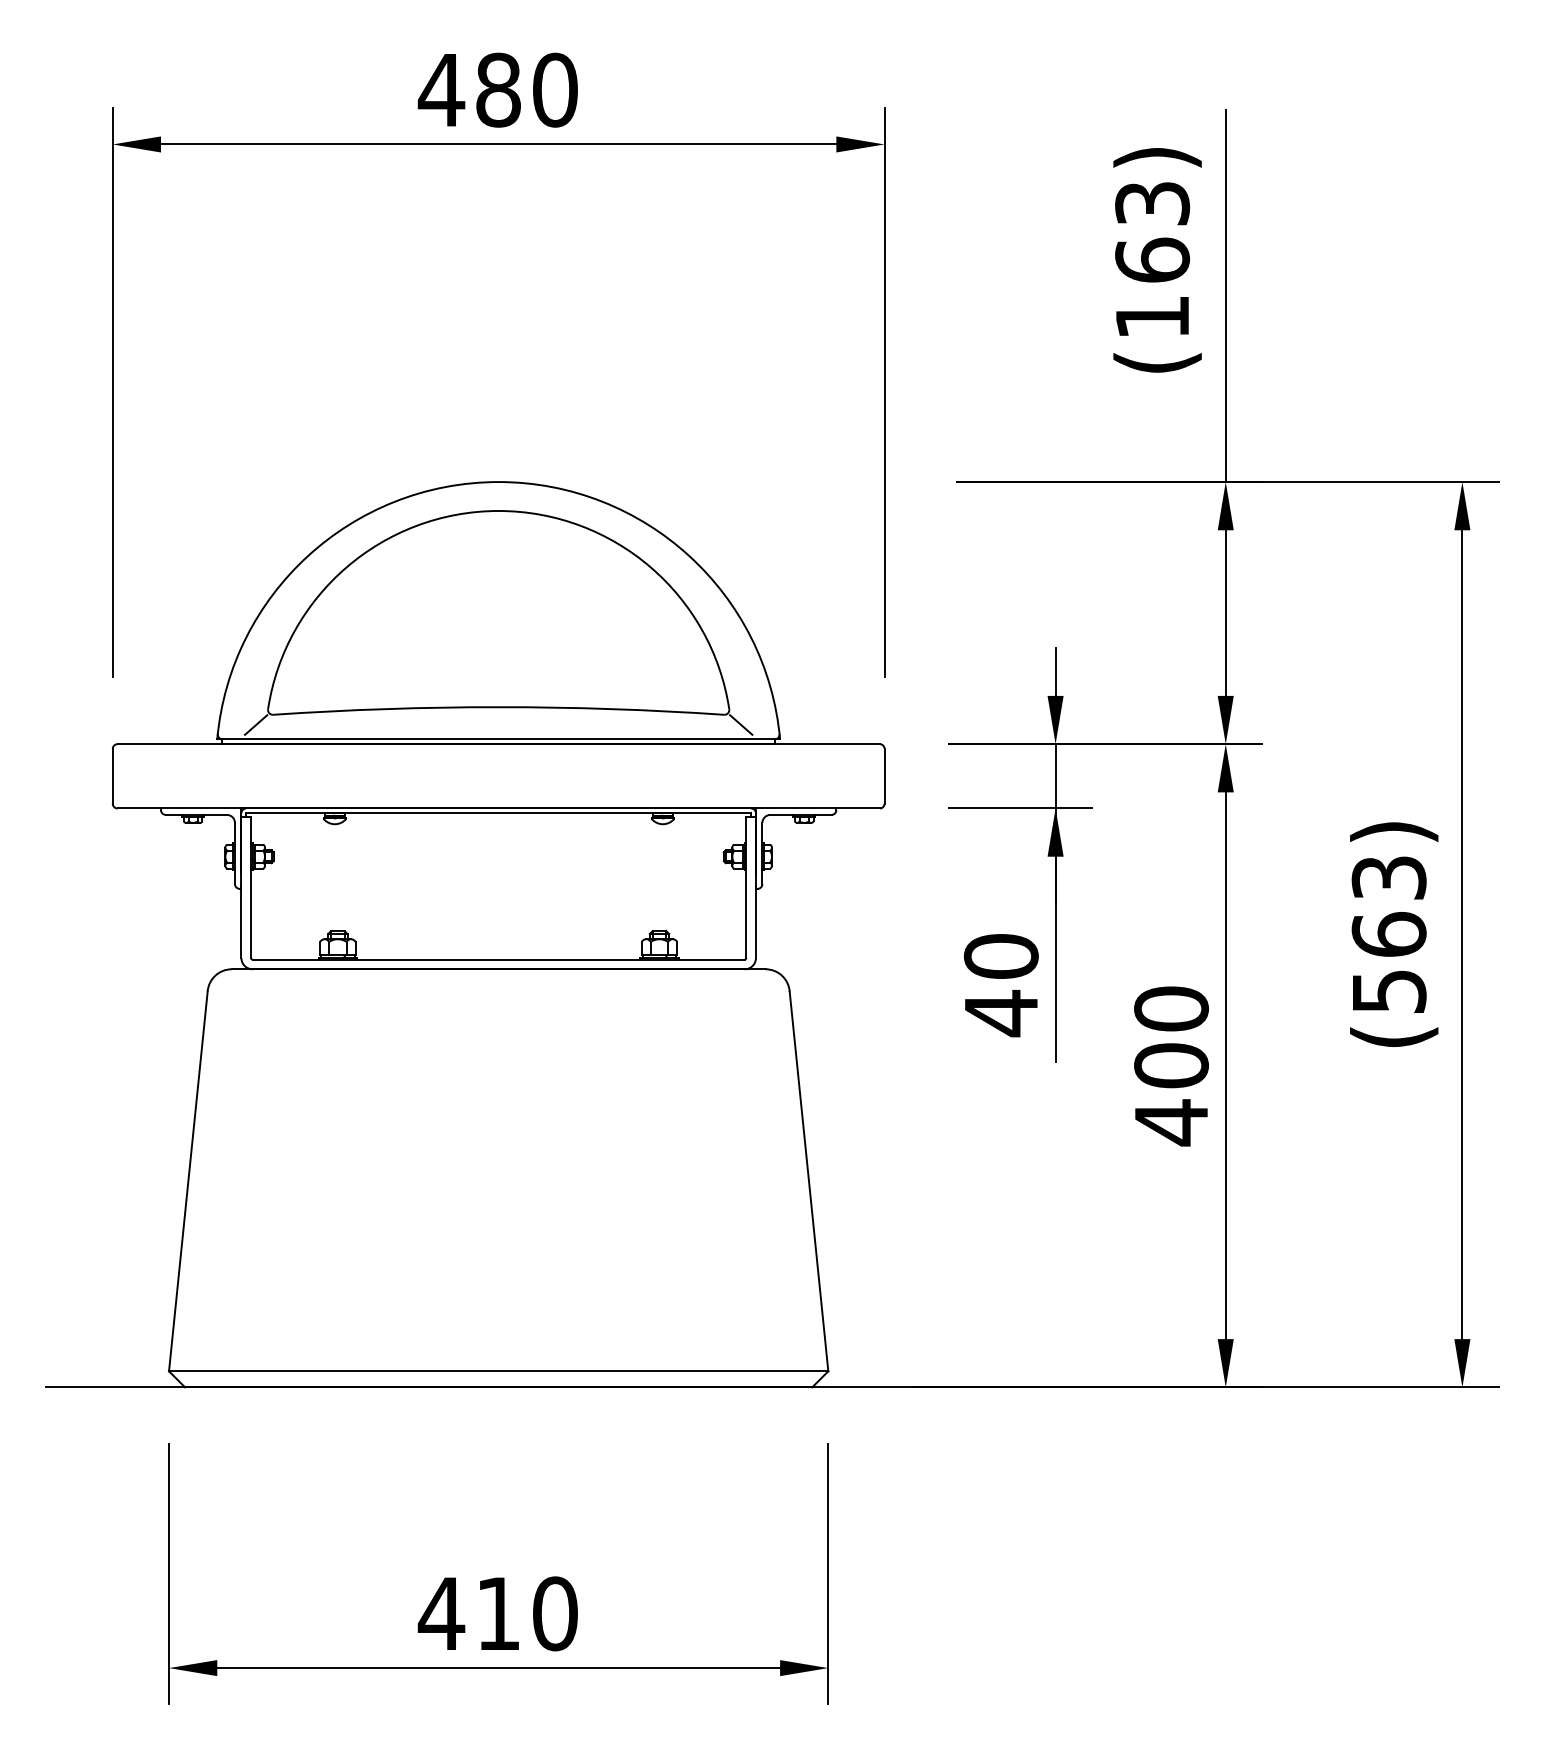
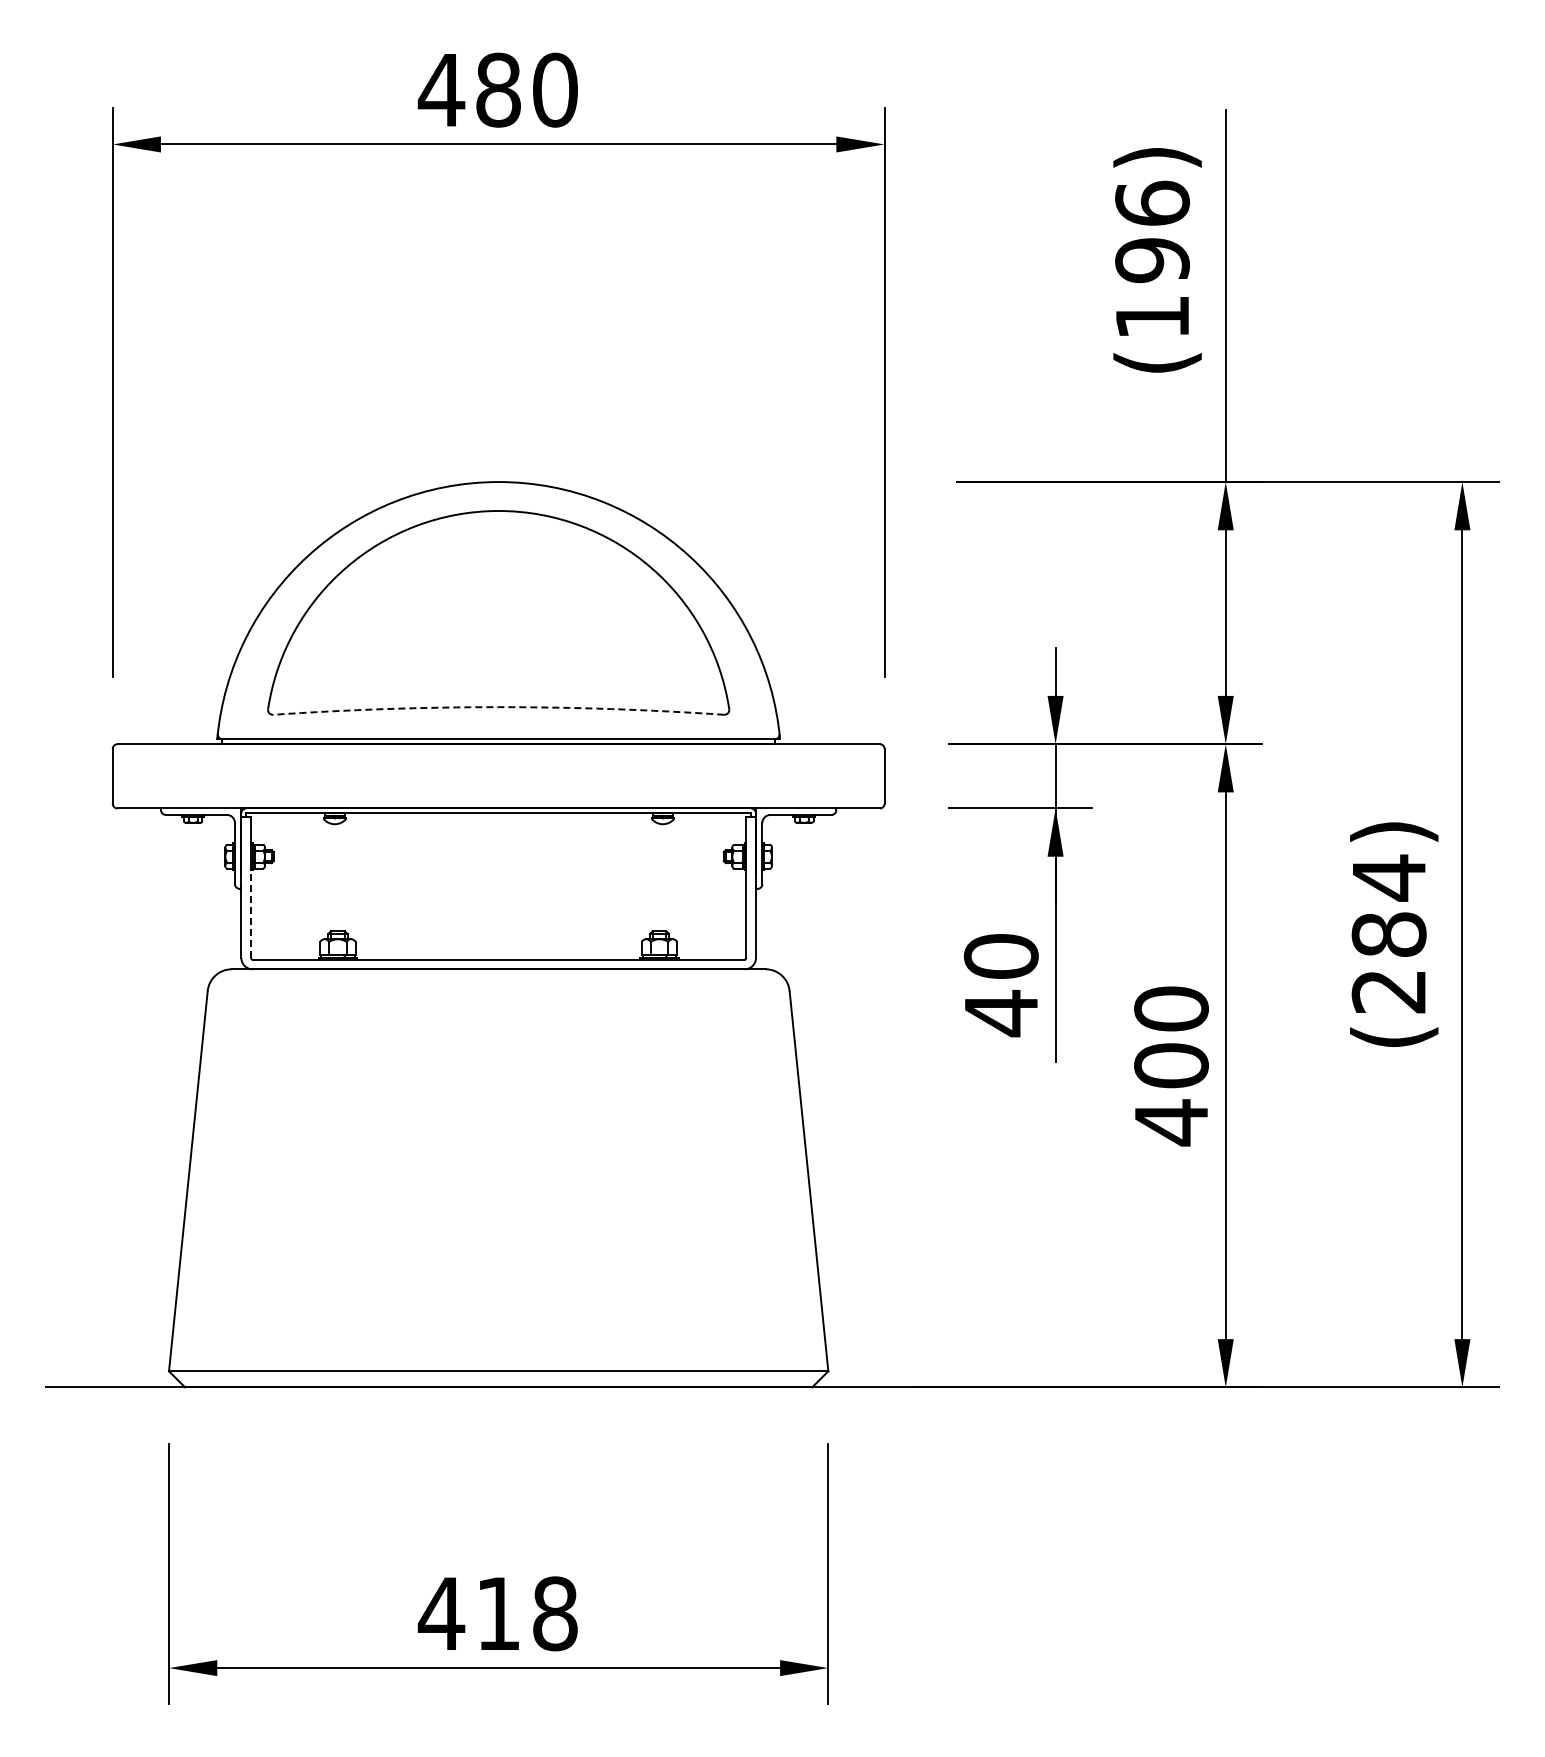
text at (1152, 231): (163) -> (196)
arc at (498, 707): solid -> dashed
line at (256, 724): present -> none
line at (741, 724): present -> none
line at (251, 913): solid -> dashed
text at (1388, 933): (563) -> (284)
text at (555, 1613): 410 -> 418
